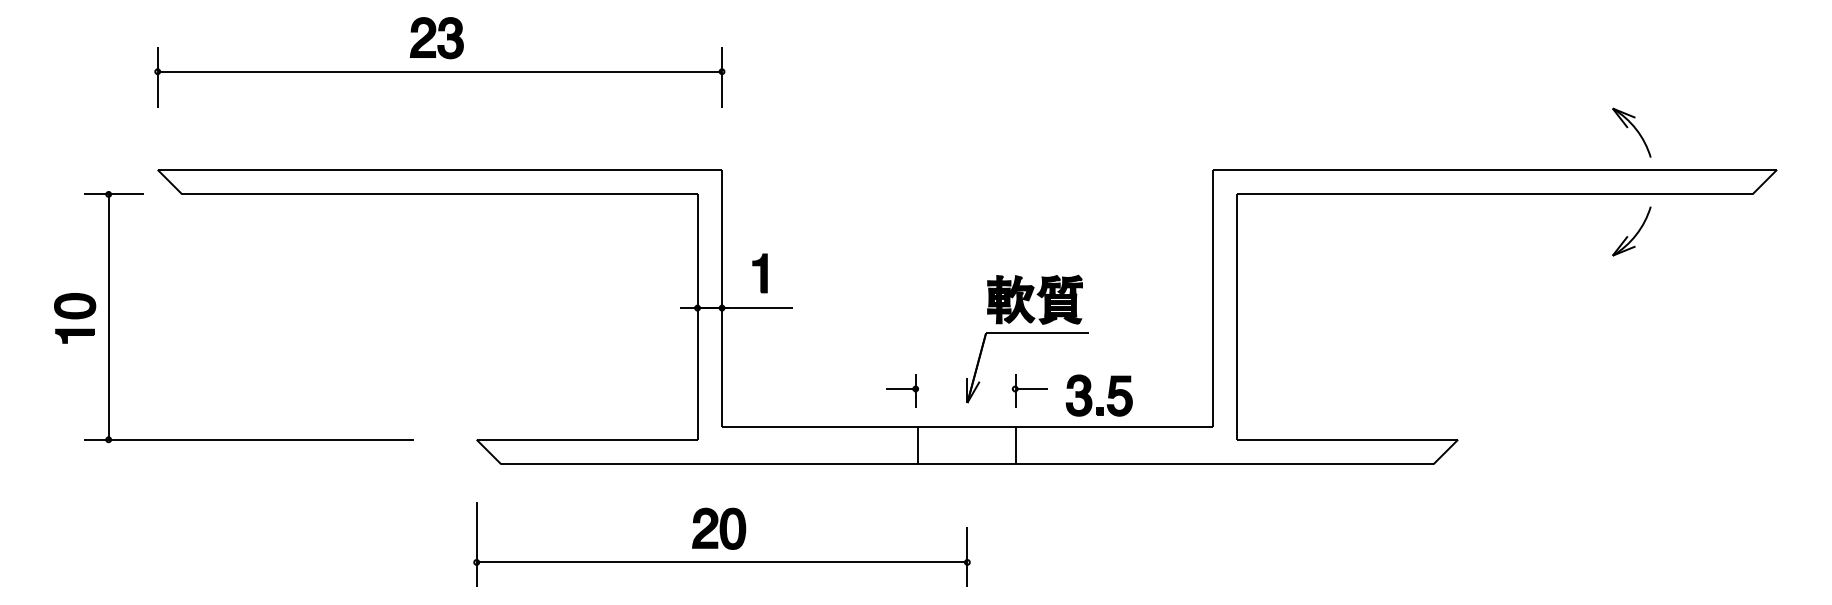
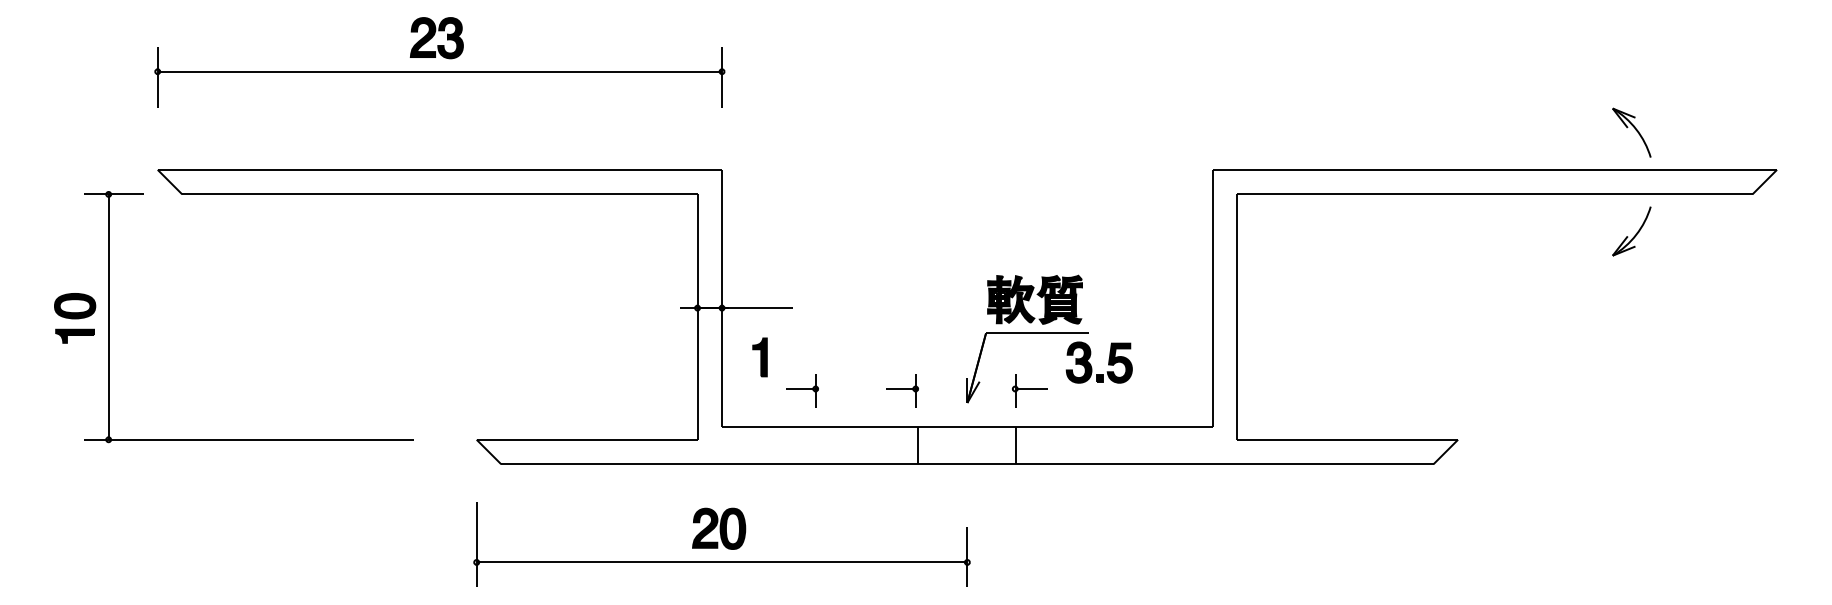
part at (759, 273) position: (759, 273) -> (759, 357)
part at (802, 390): none -> present
part at (1091, 398) position: (1091, 398) -> (1091, 365)
